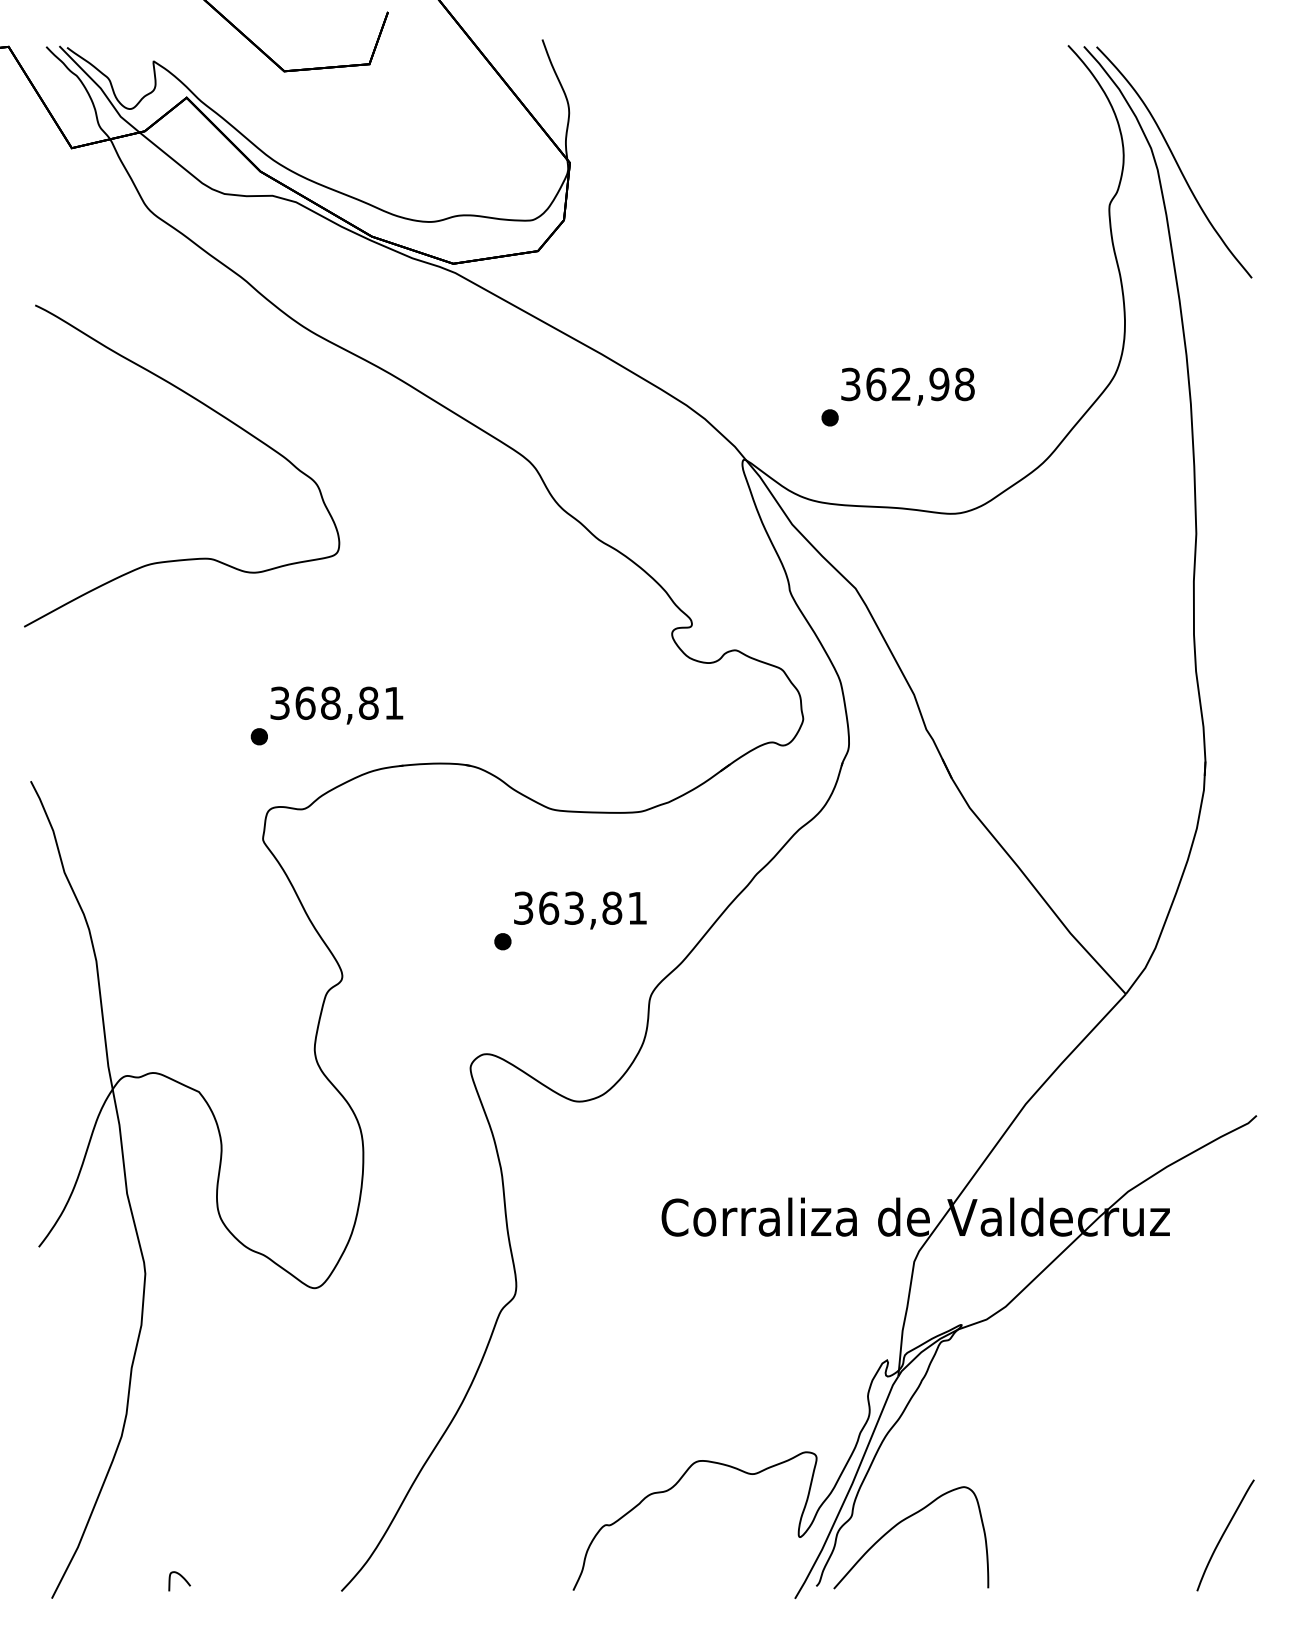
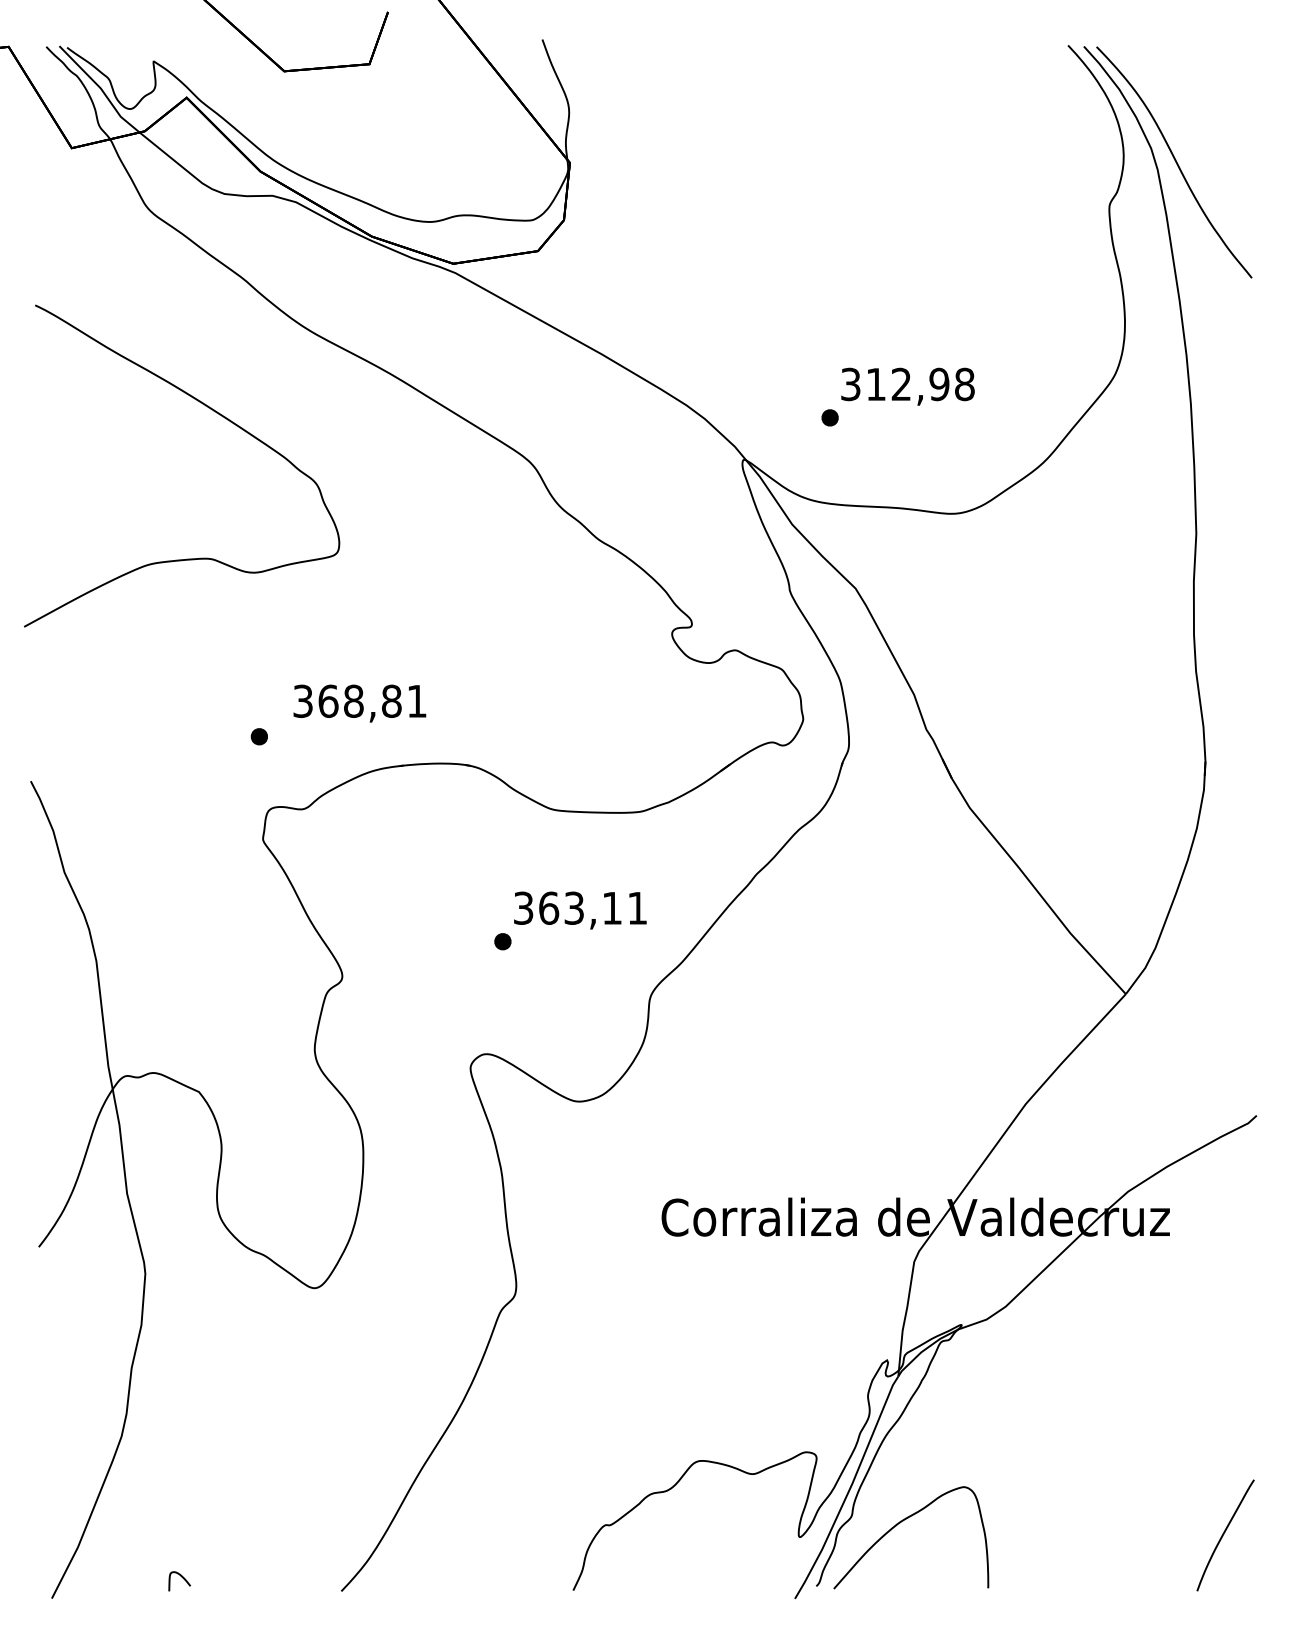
text at (876, 384): 362,98 -> 312,98
text at (336, 705) position: (336, 705) -> (359, 703)
text at (612, 907): 363,81 -> 363,11
